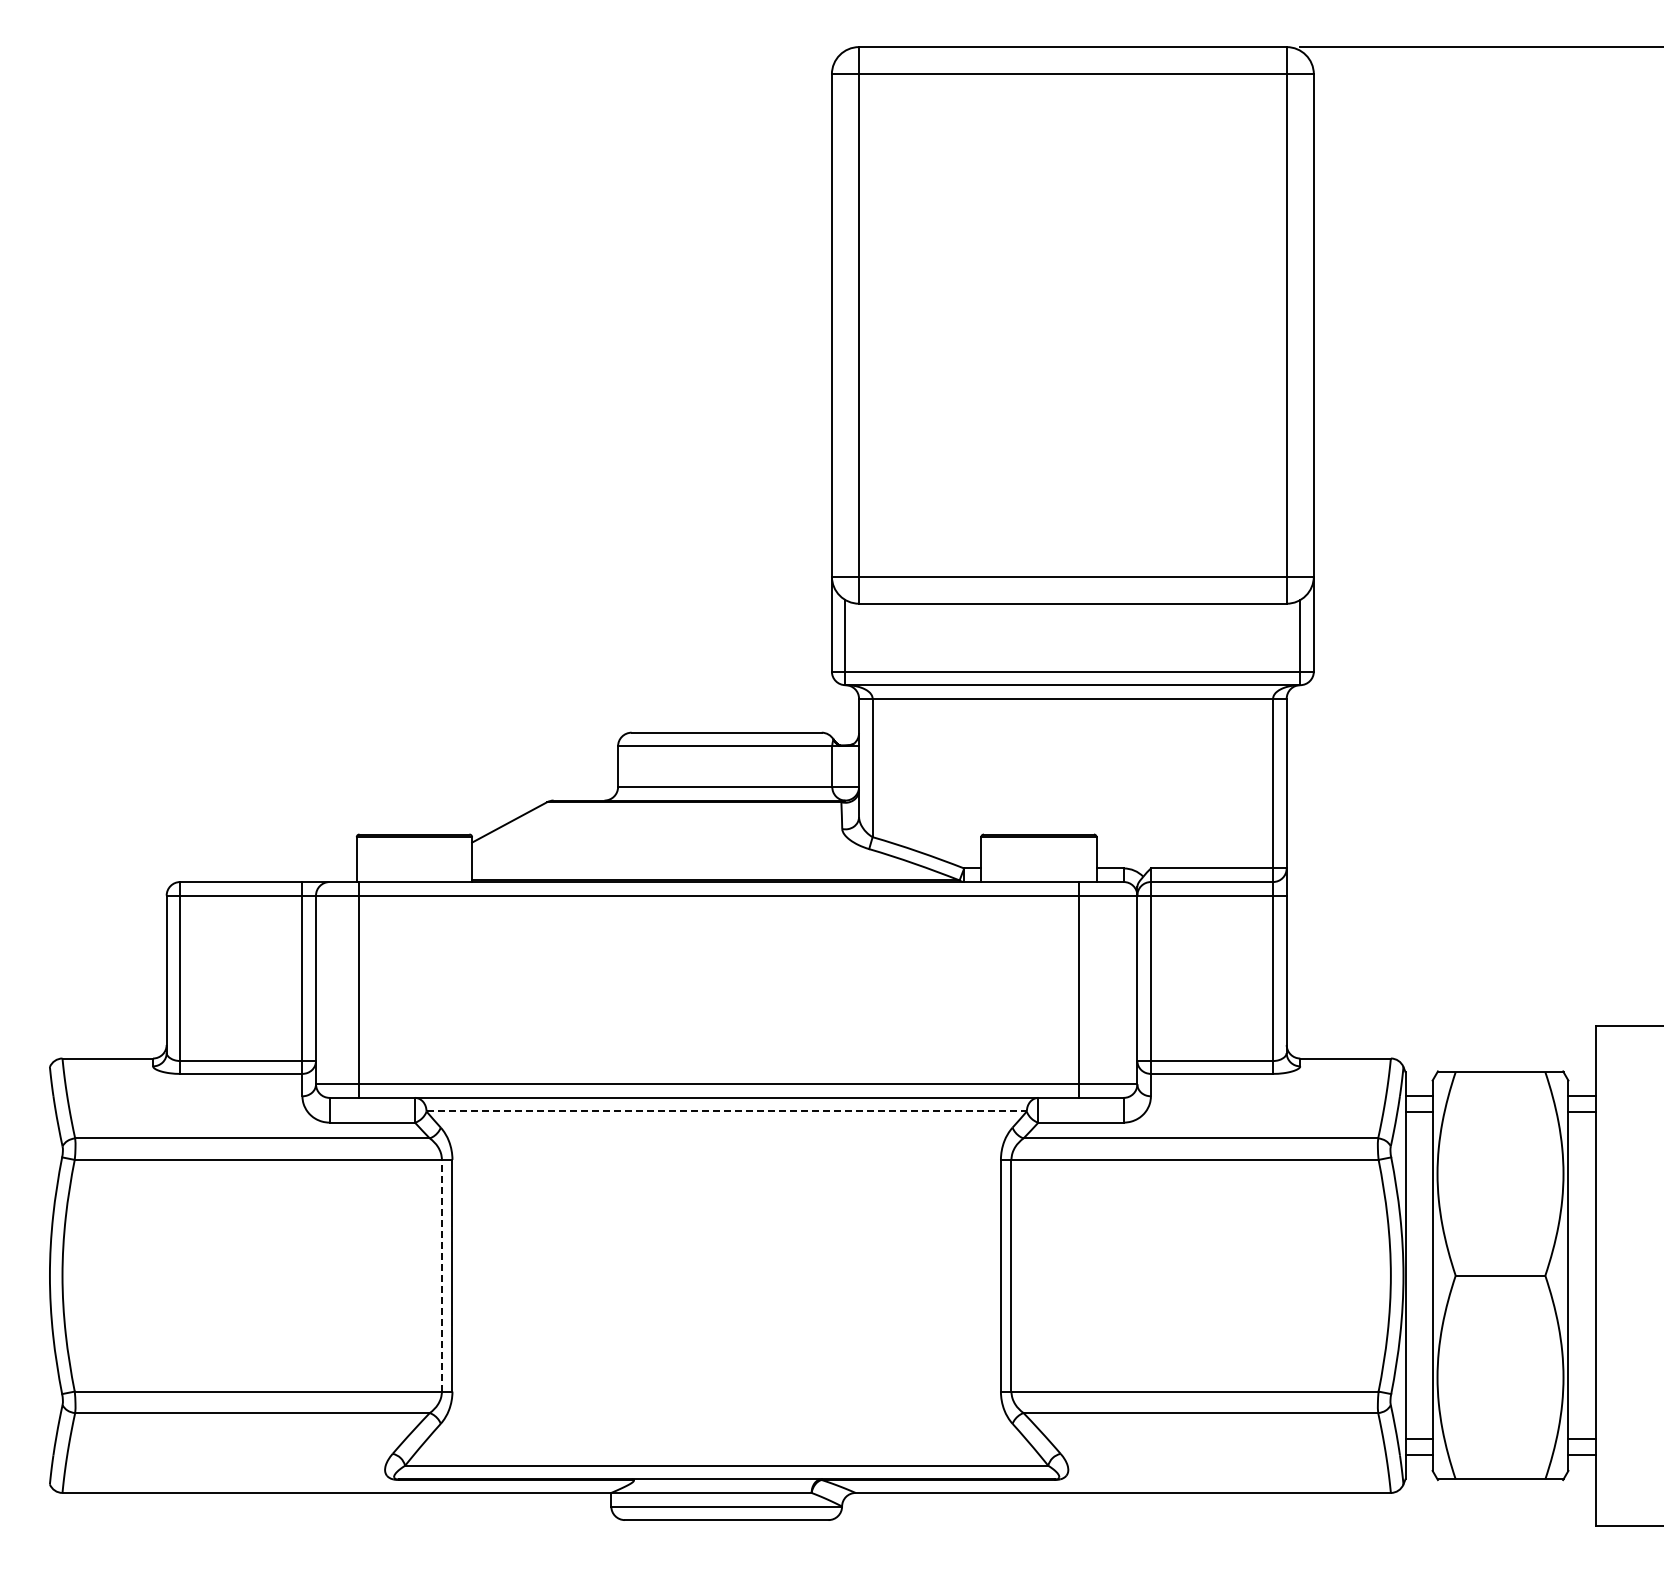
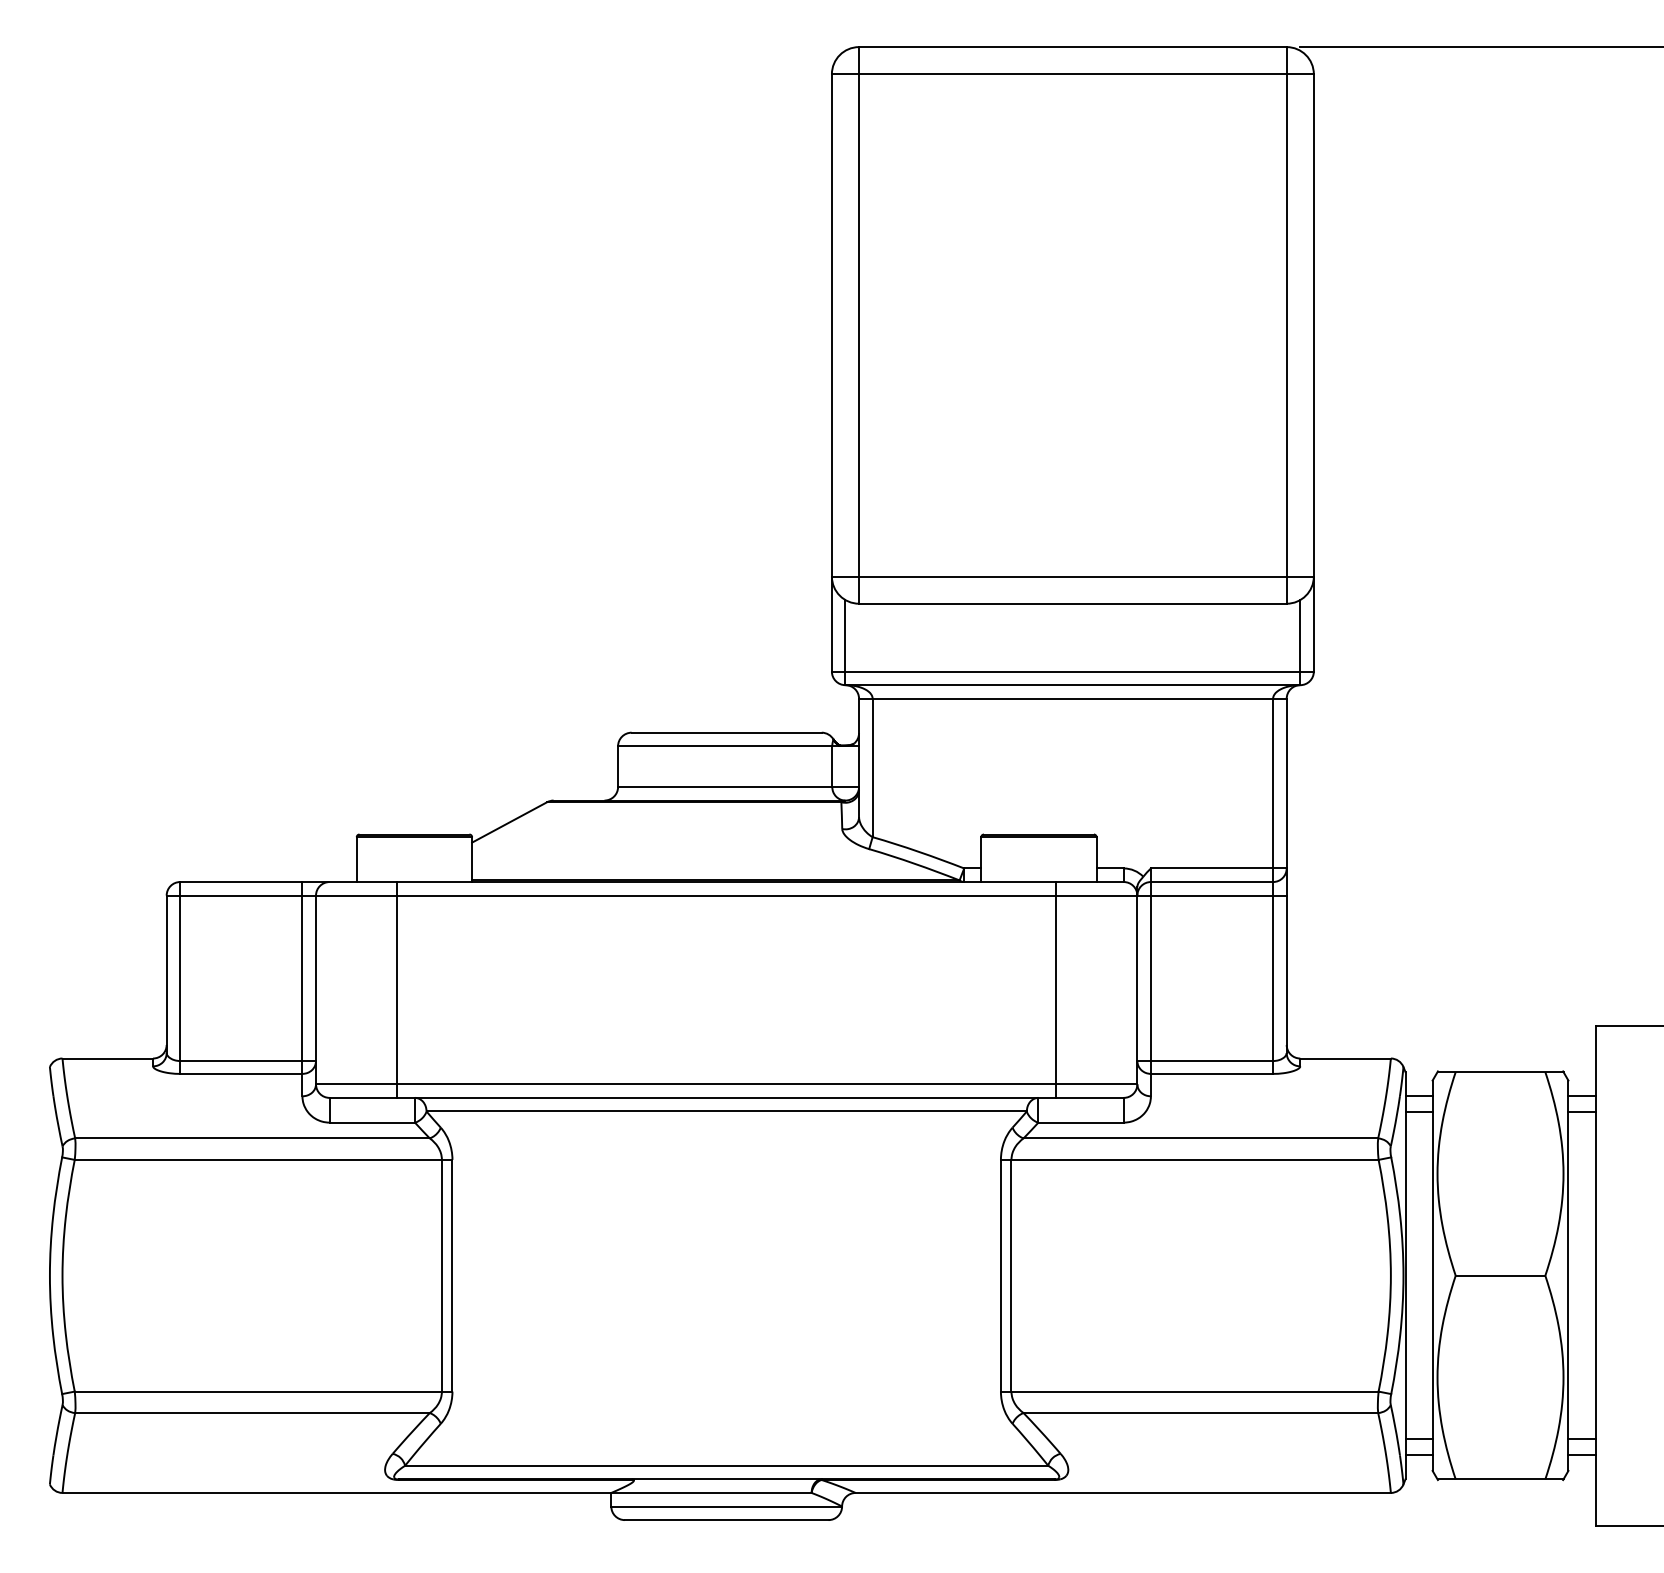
line at (359, 989) position: (359, 989) -> (397, 989)
line at (1078, 989) position: (1078, 989) -> (1055, 989)
line at (727, 1111): dashed -> solid
line at (441, 1275): dashed -> solid
